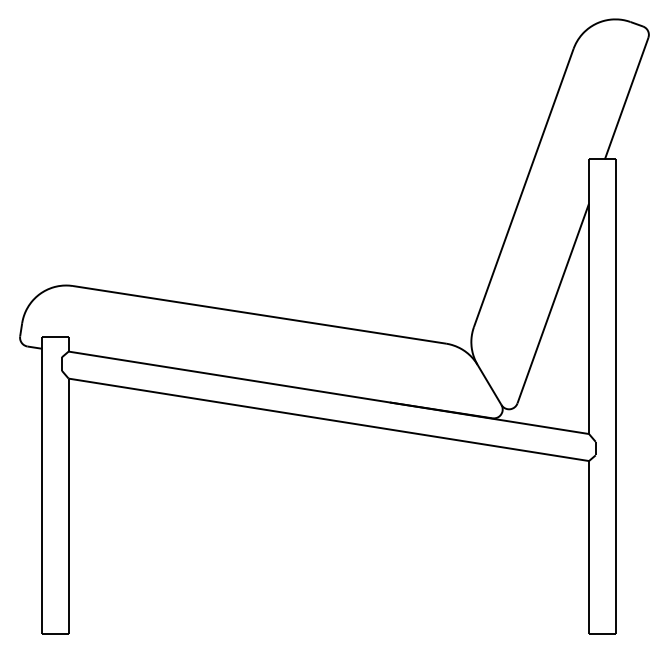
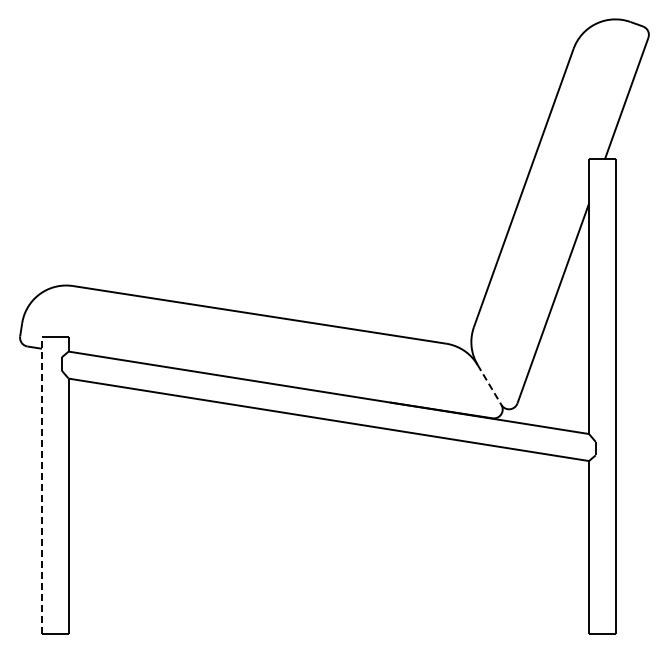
line at (489, 385): solid -> dashed
line at (41, 484): solid -> dashed
